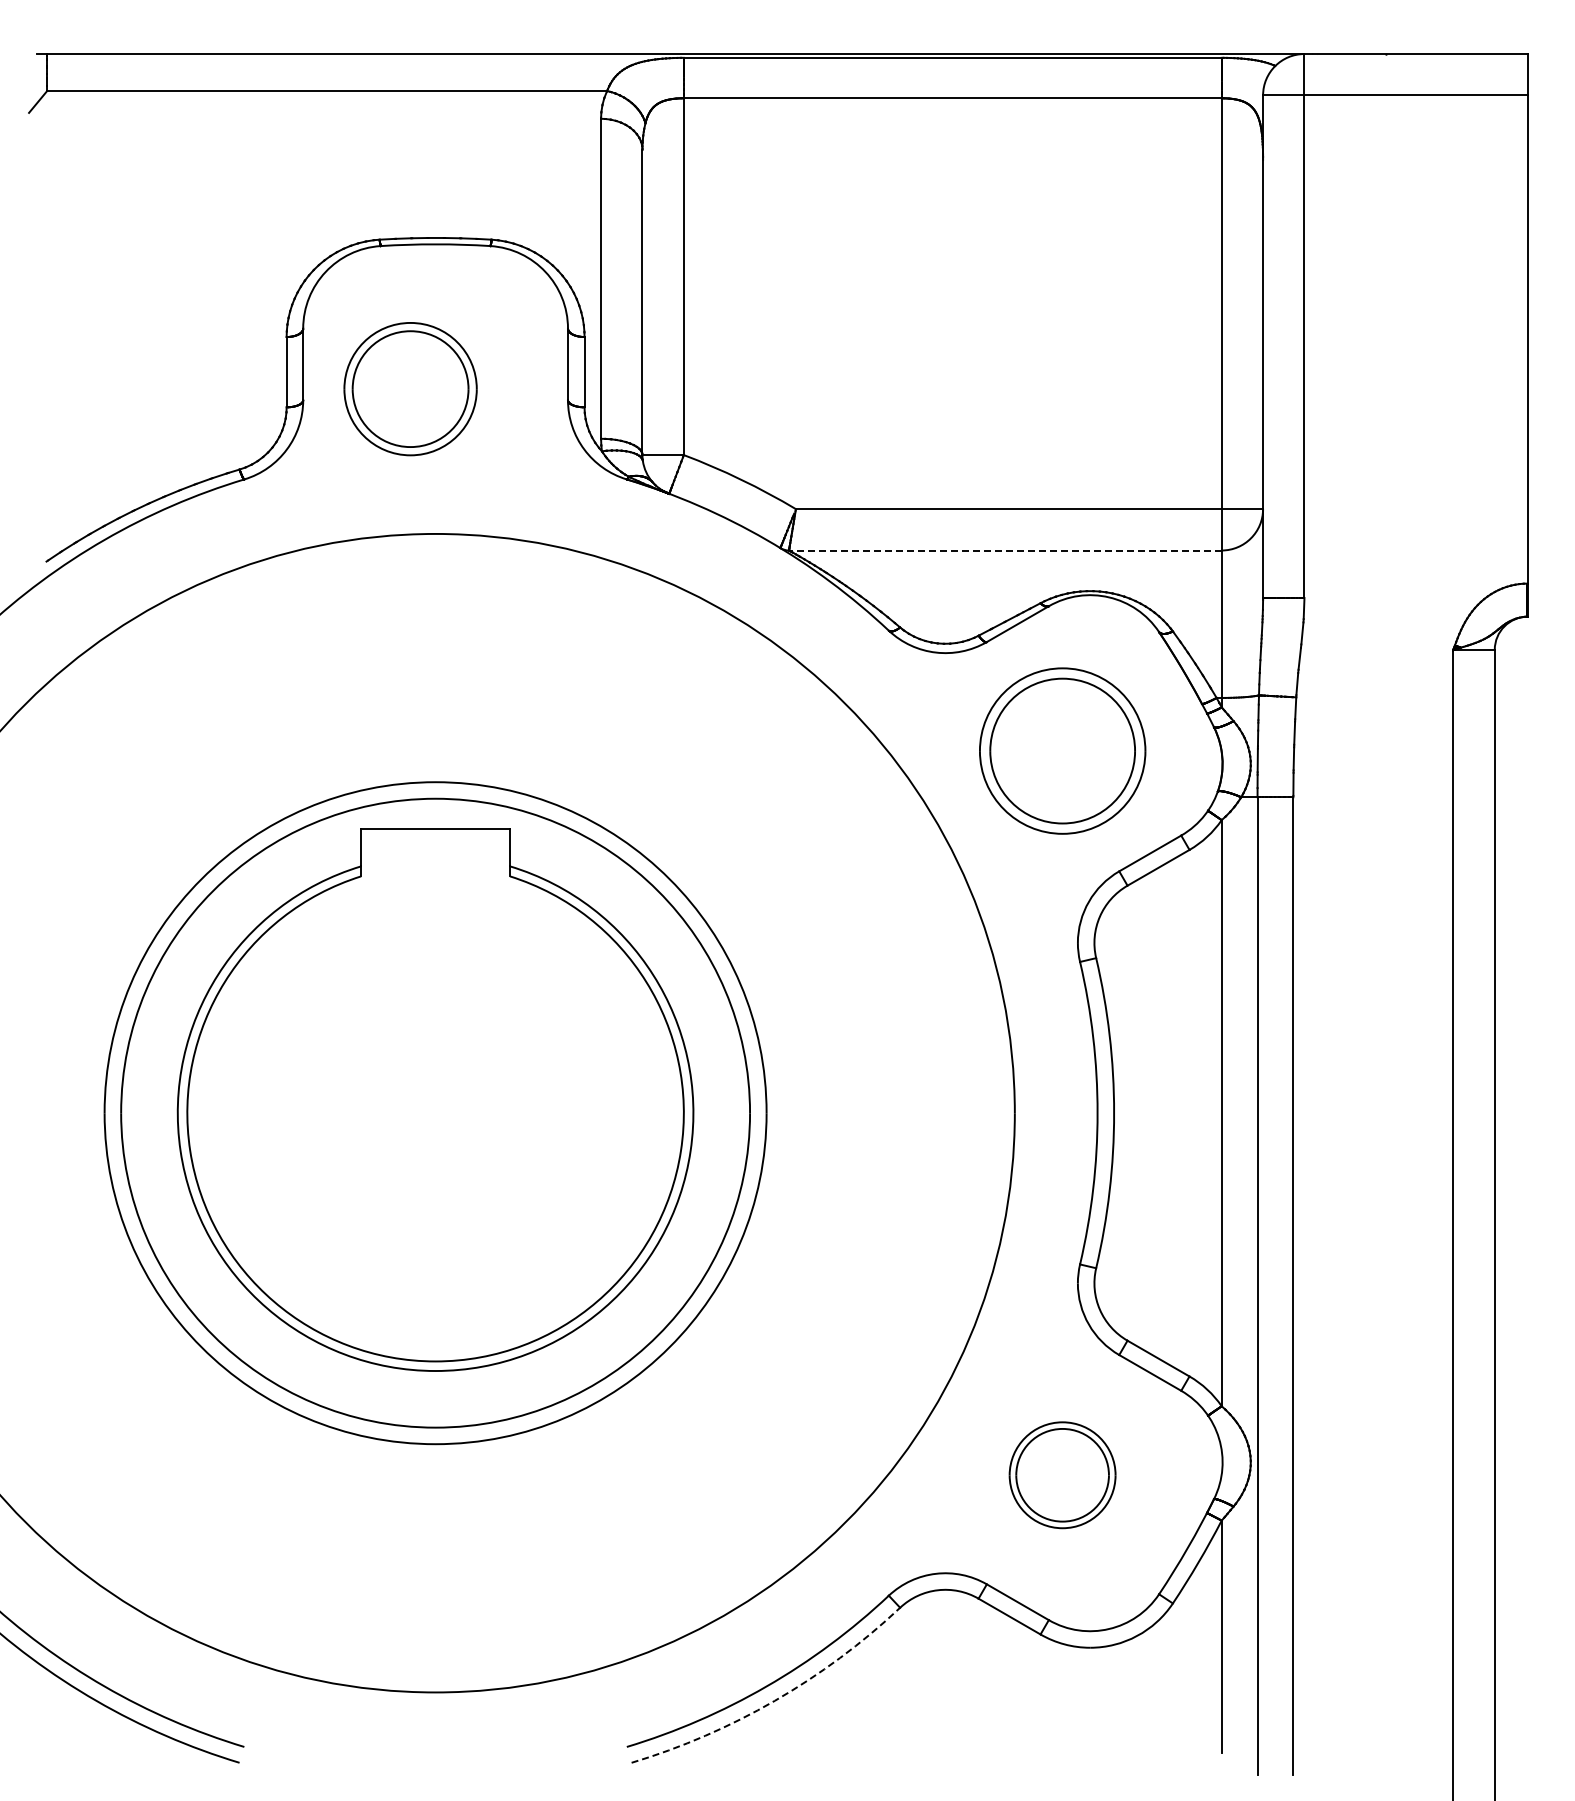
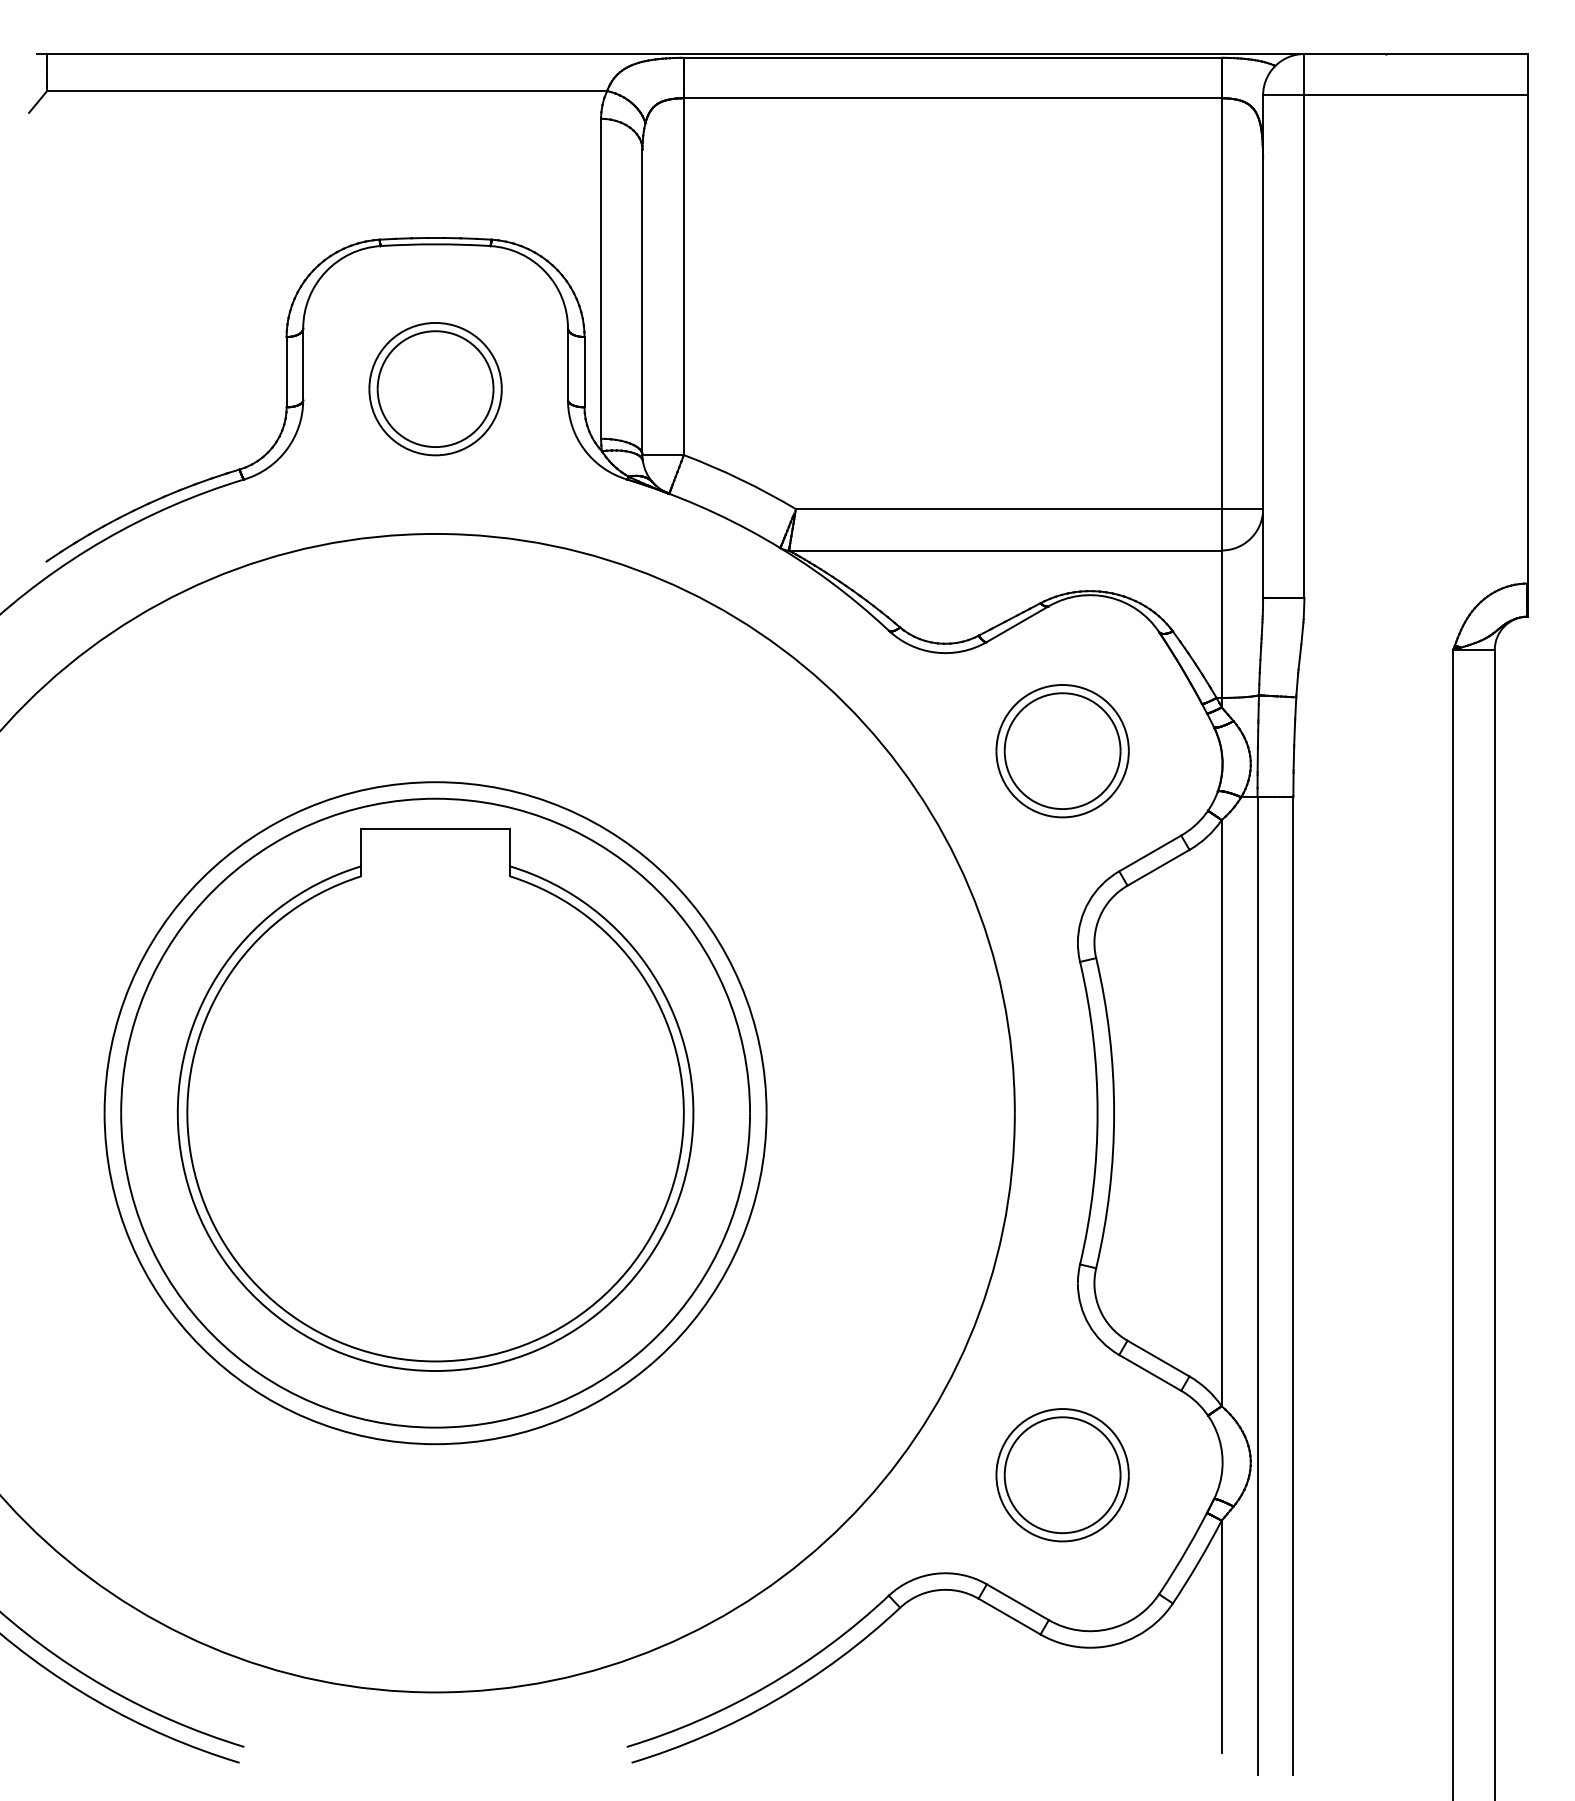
part at (410, 389) position: (410, 389) -> (435, 389)
line at (1004, 550): dashed -> solid
part at (1062, 750) size: 168x168 px -> 135x135 px
part at (1062, 1475) size: 109x109 px -> 135x135 px
arc at (774, 1700): dashed -> solid
